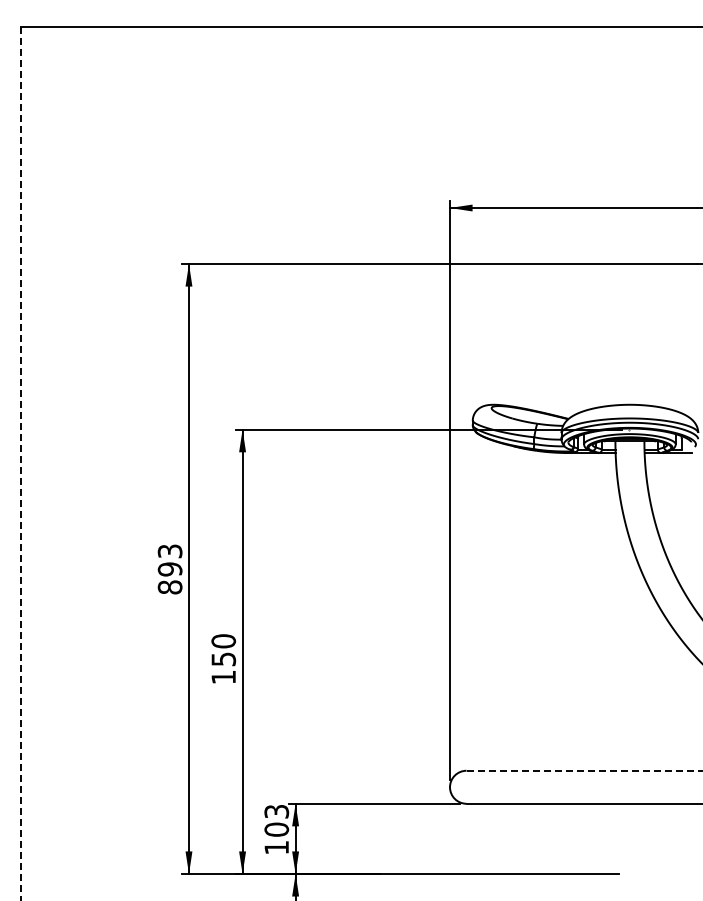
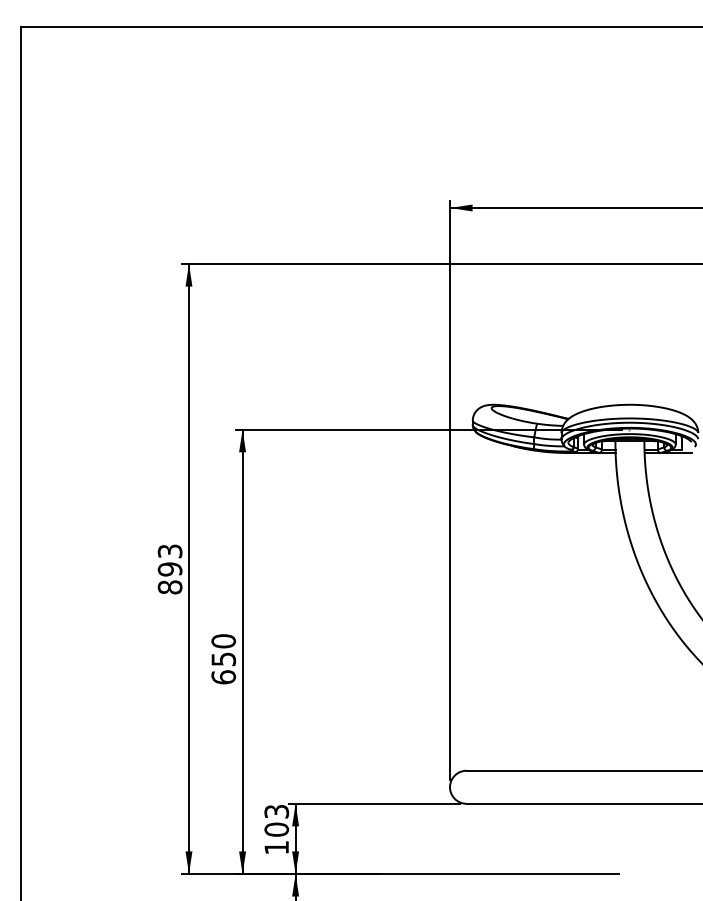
line at (21, 463): dashed -> solid
text at (223, 677): 150 -> 650
line at (584, 770): dashed -> solid
